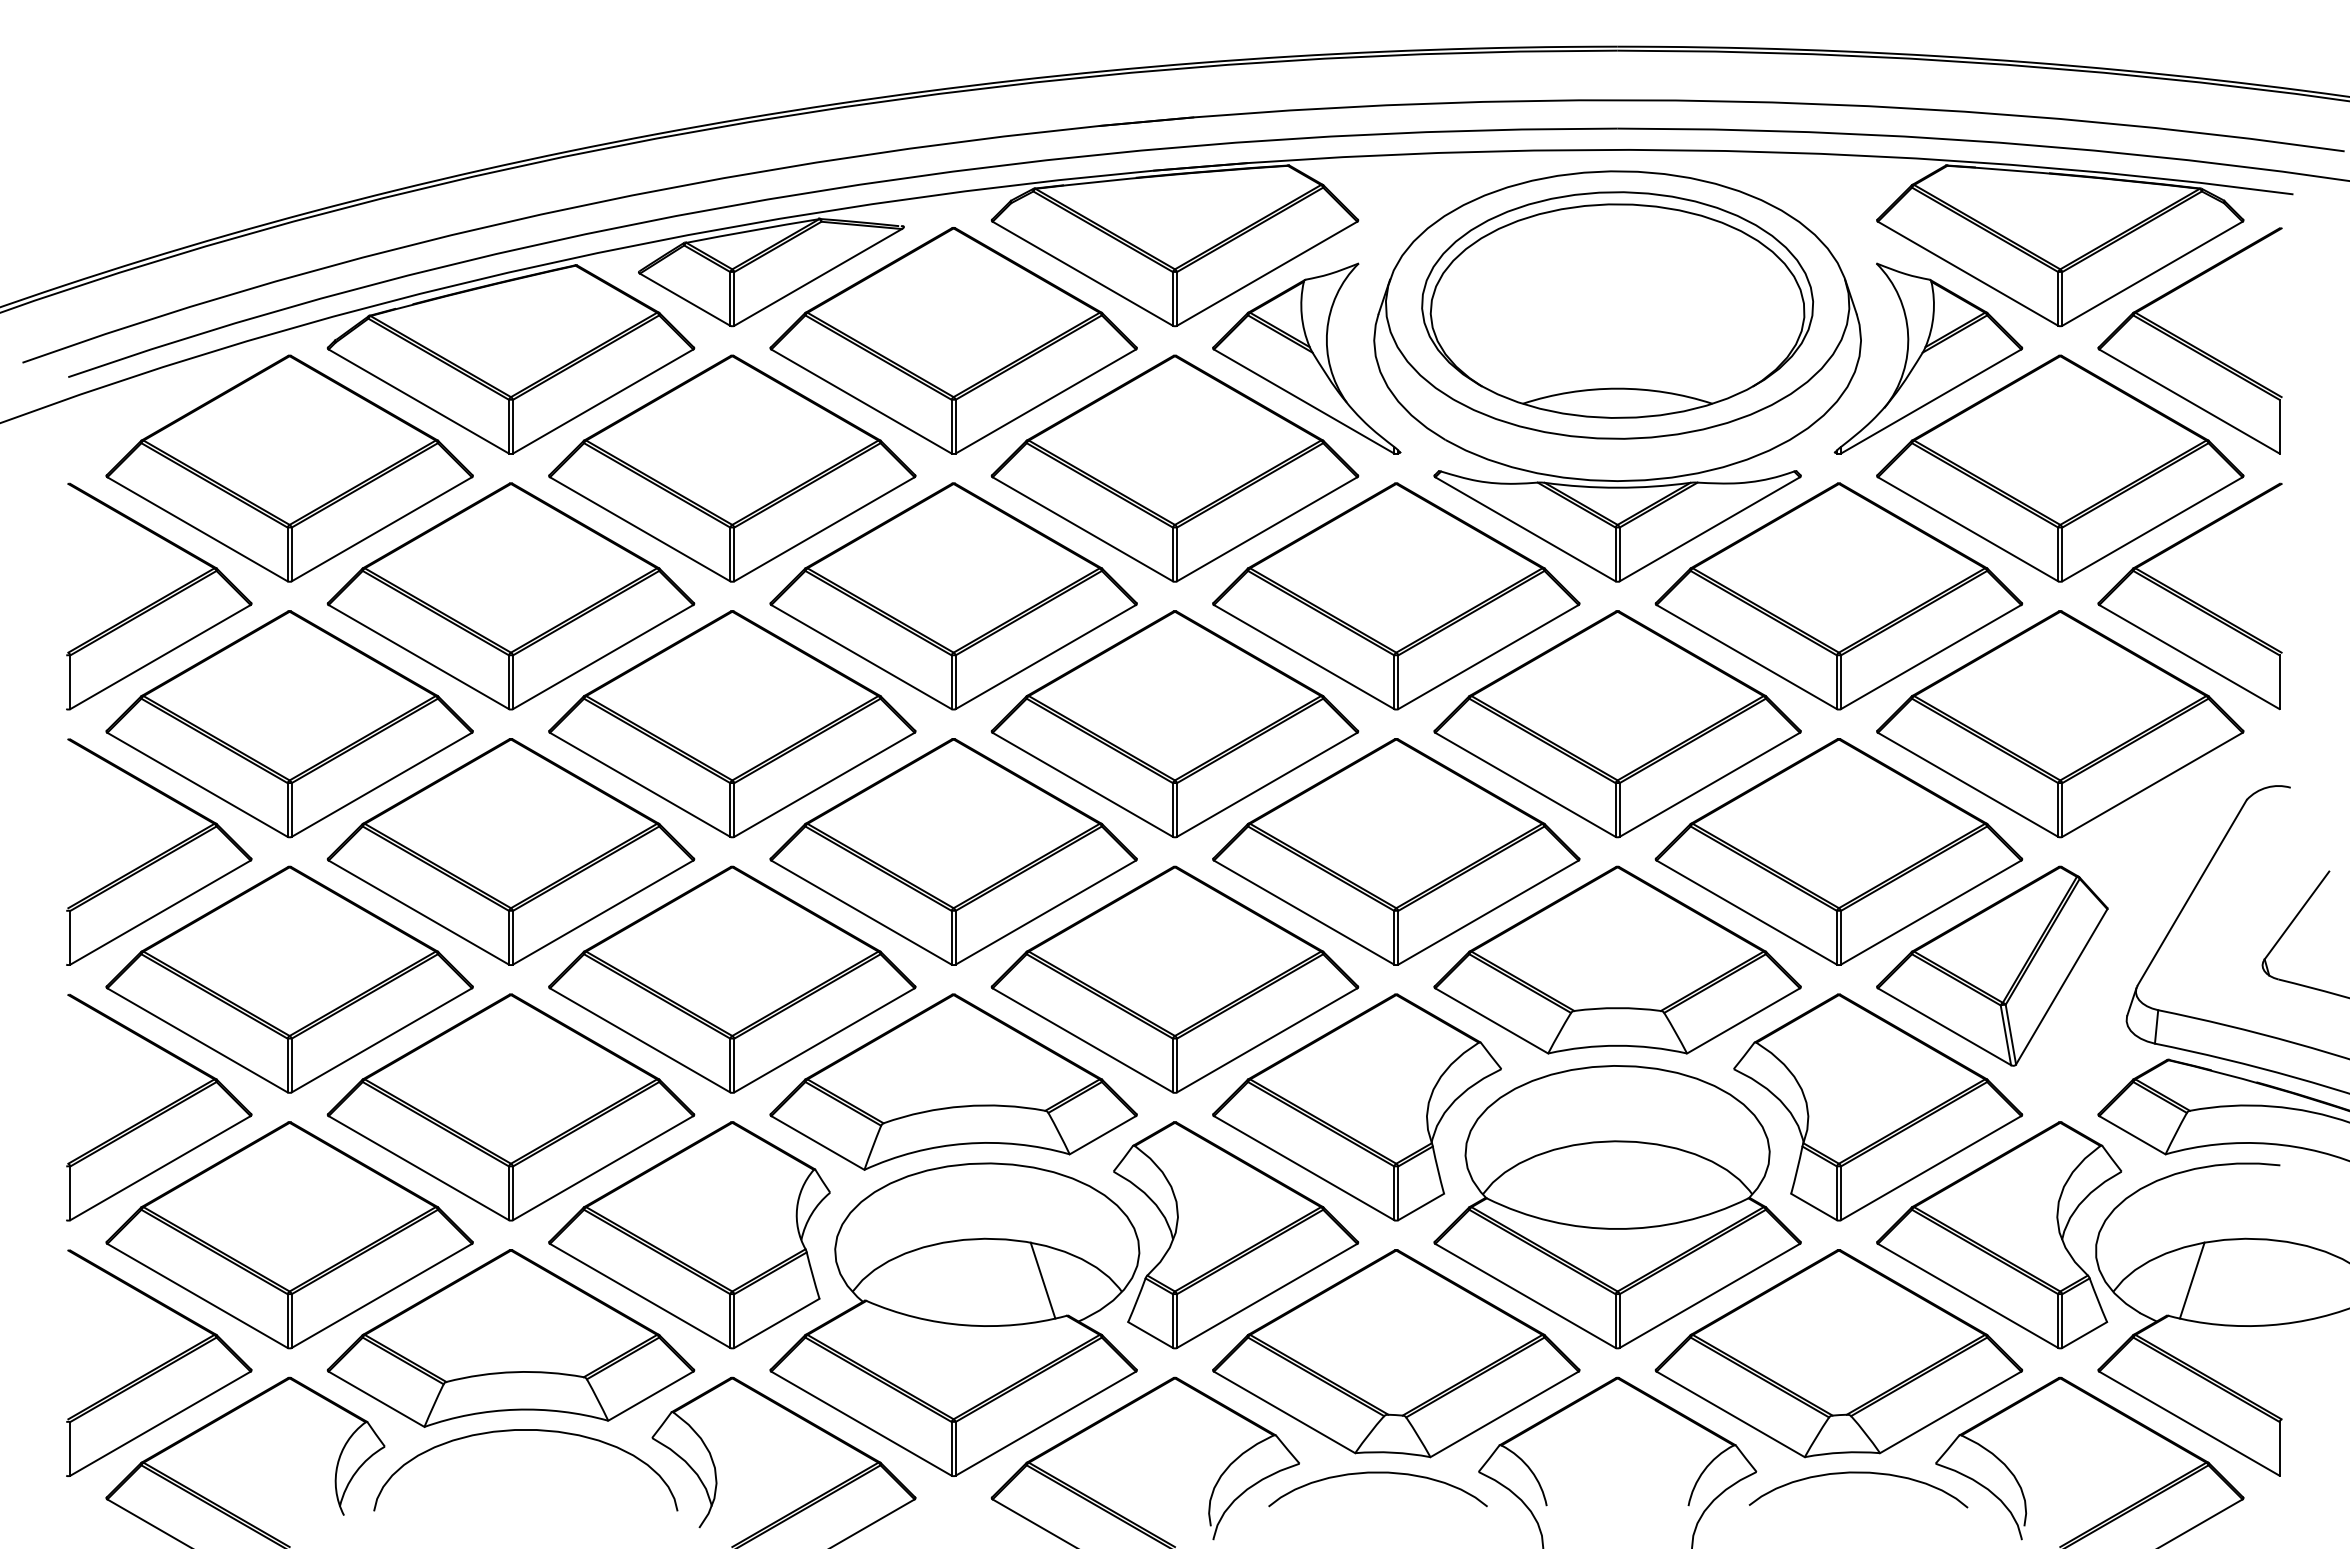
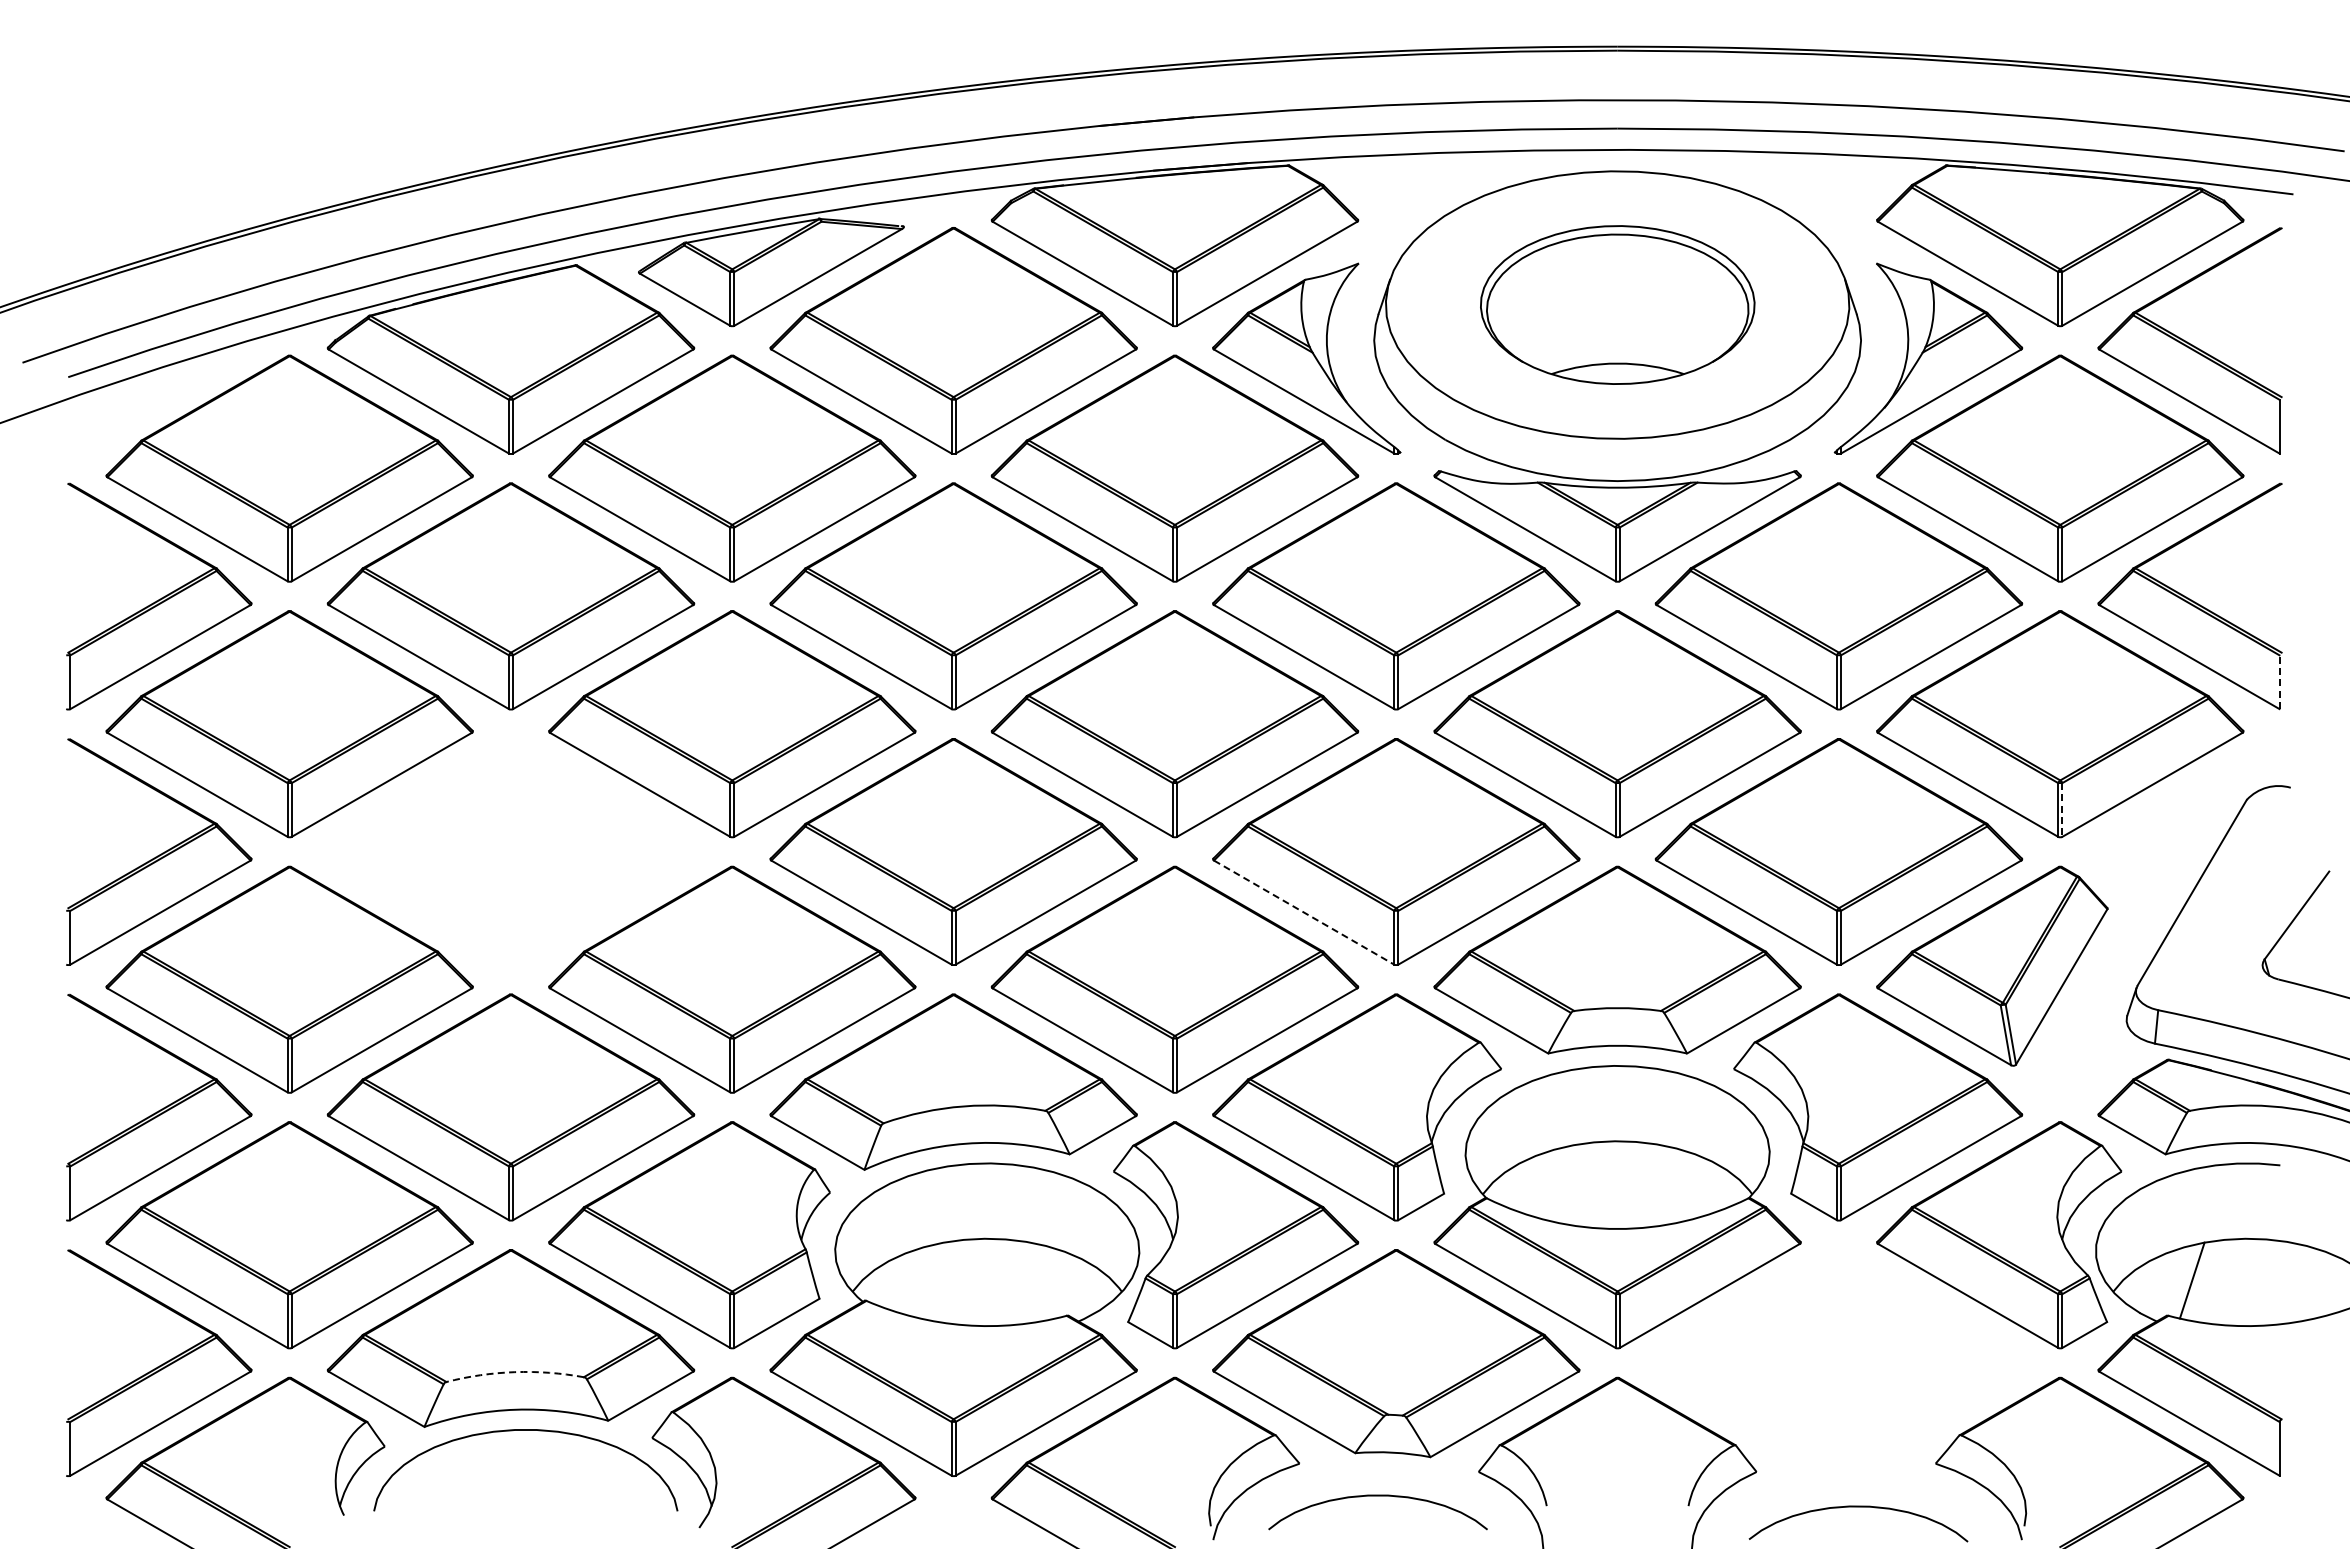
part at (1617, 304) size: 394x228 px -> 276x160 px
line at (2279, 682): solid -> dashed
line at (2062, 809): solid -> dashed
part at (510, 851): present -> none
line at (1304, 912): solid -> dashed
line at (1042, 1280): present -> none
part at (1838, 1353): present -> none
arc at (514, 1372): solid -> dashed
curve at (1377, 1473) position: (1377, 1473) -> (1377, 1496)
curve at (1858, 1473) position: (1858, 1473) -> (1858, 1507)
